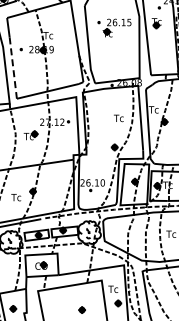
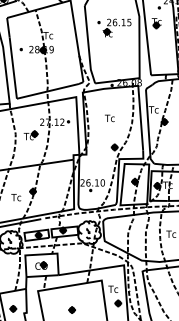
line at (13, 68): dashed -> solid
text at (118, 118) position: (118, 118) -> (109, 118)
part at (81, 309) position: (81, 309) -> (71, 309)
